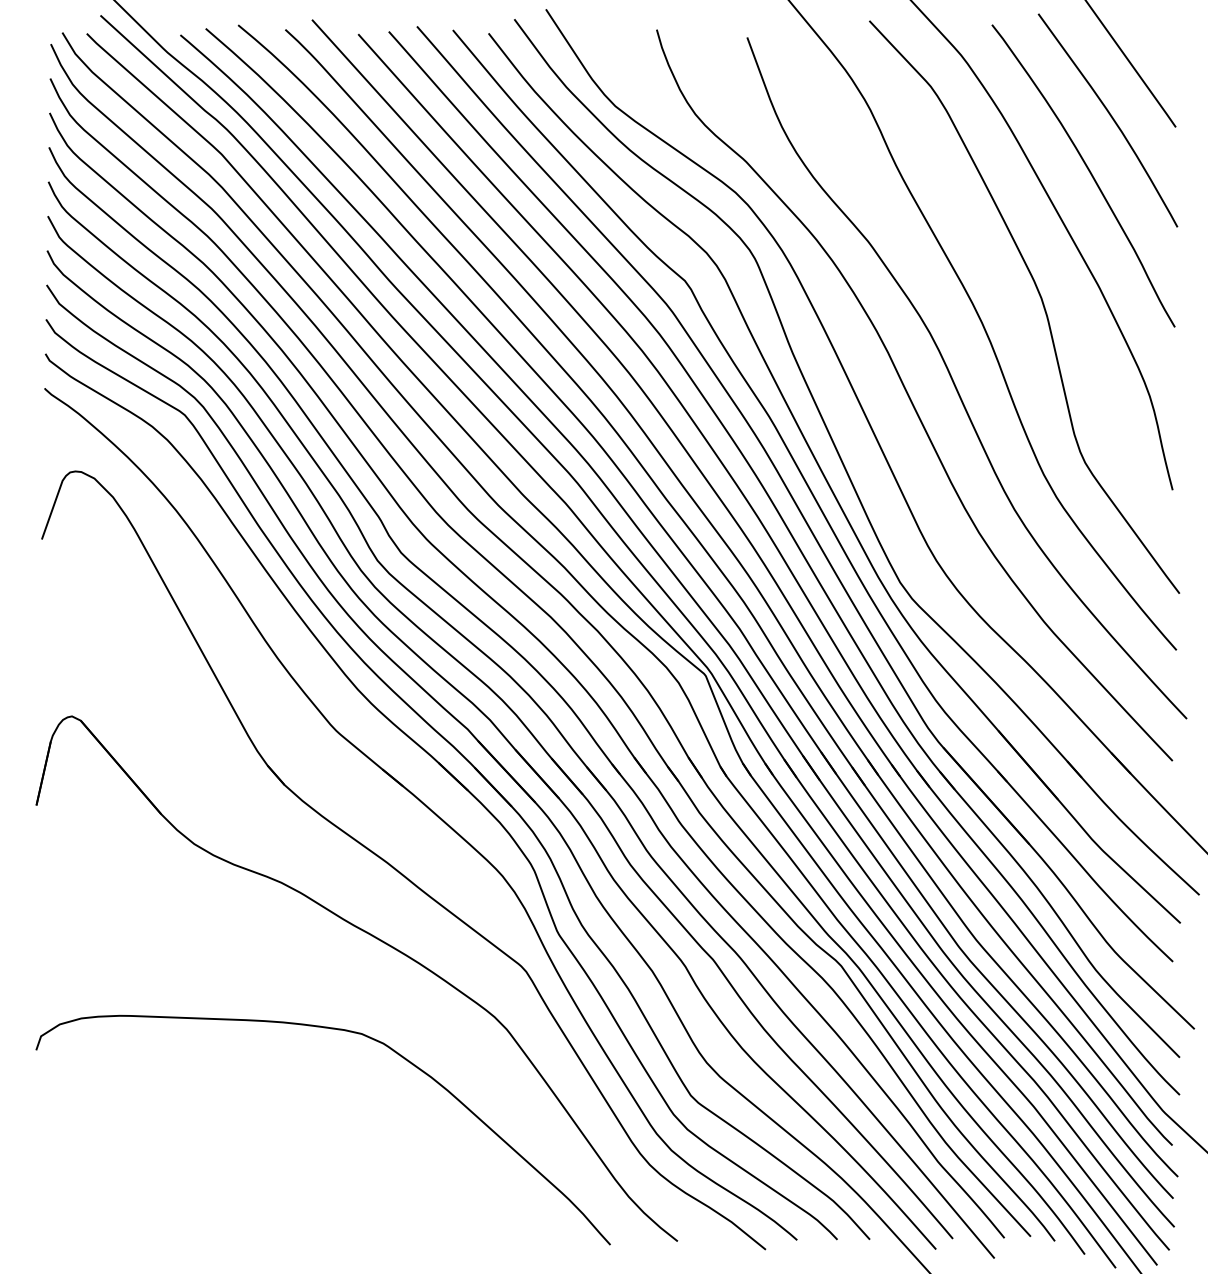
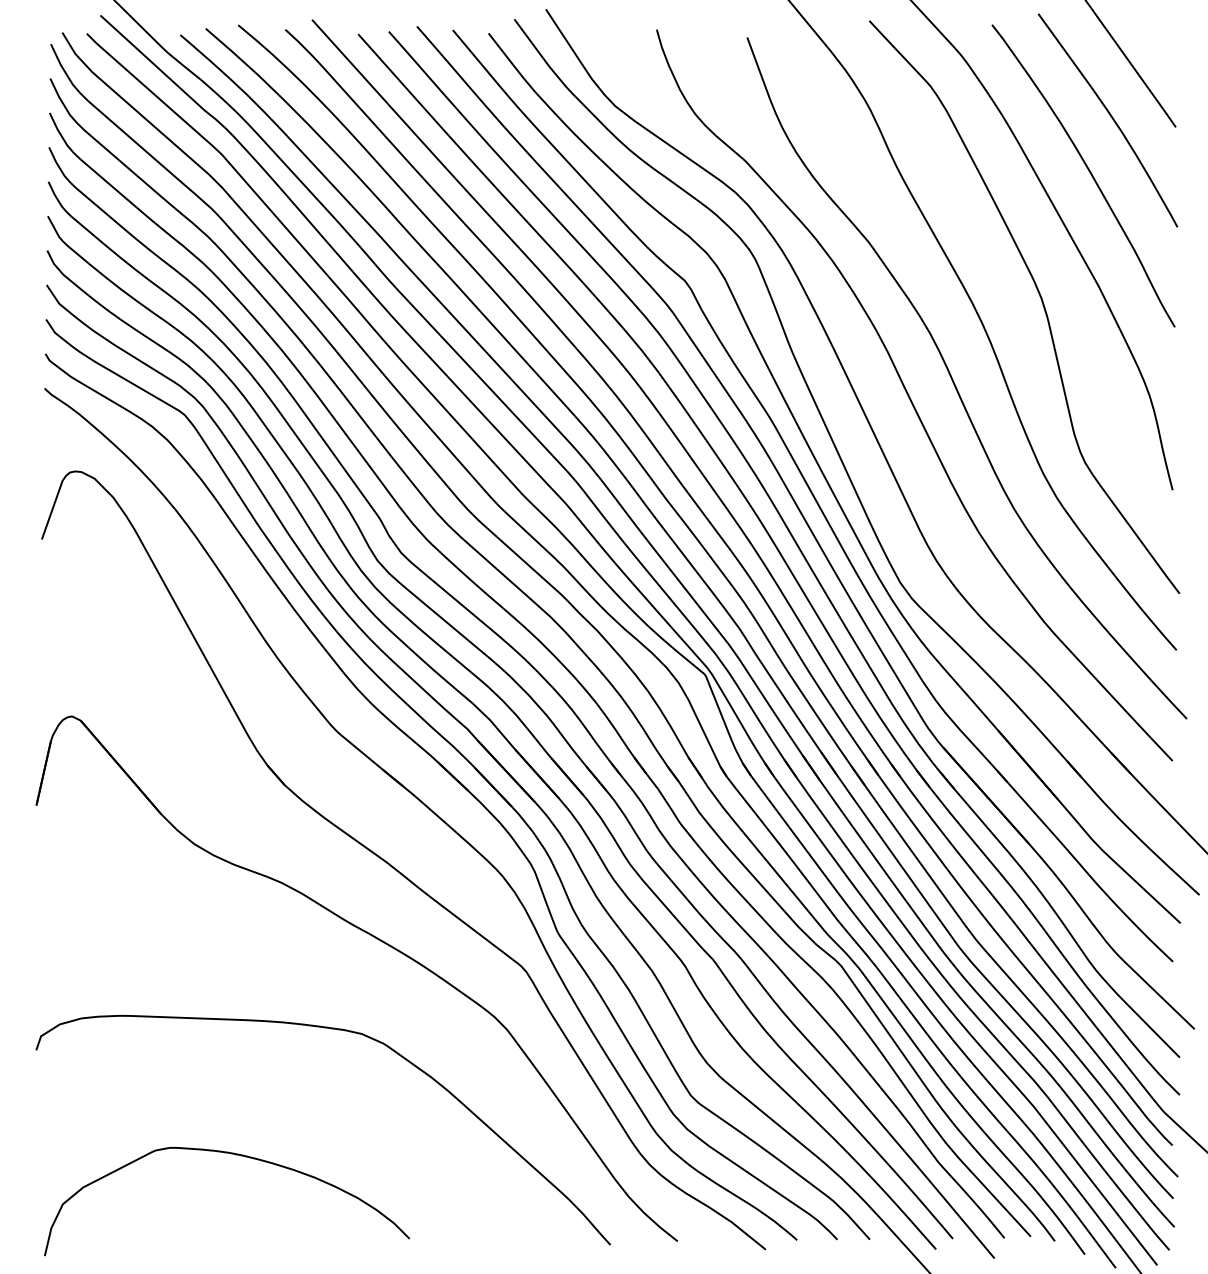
curve at (236, 1155): none -> present
